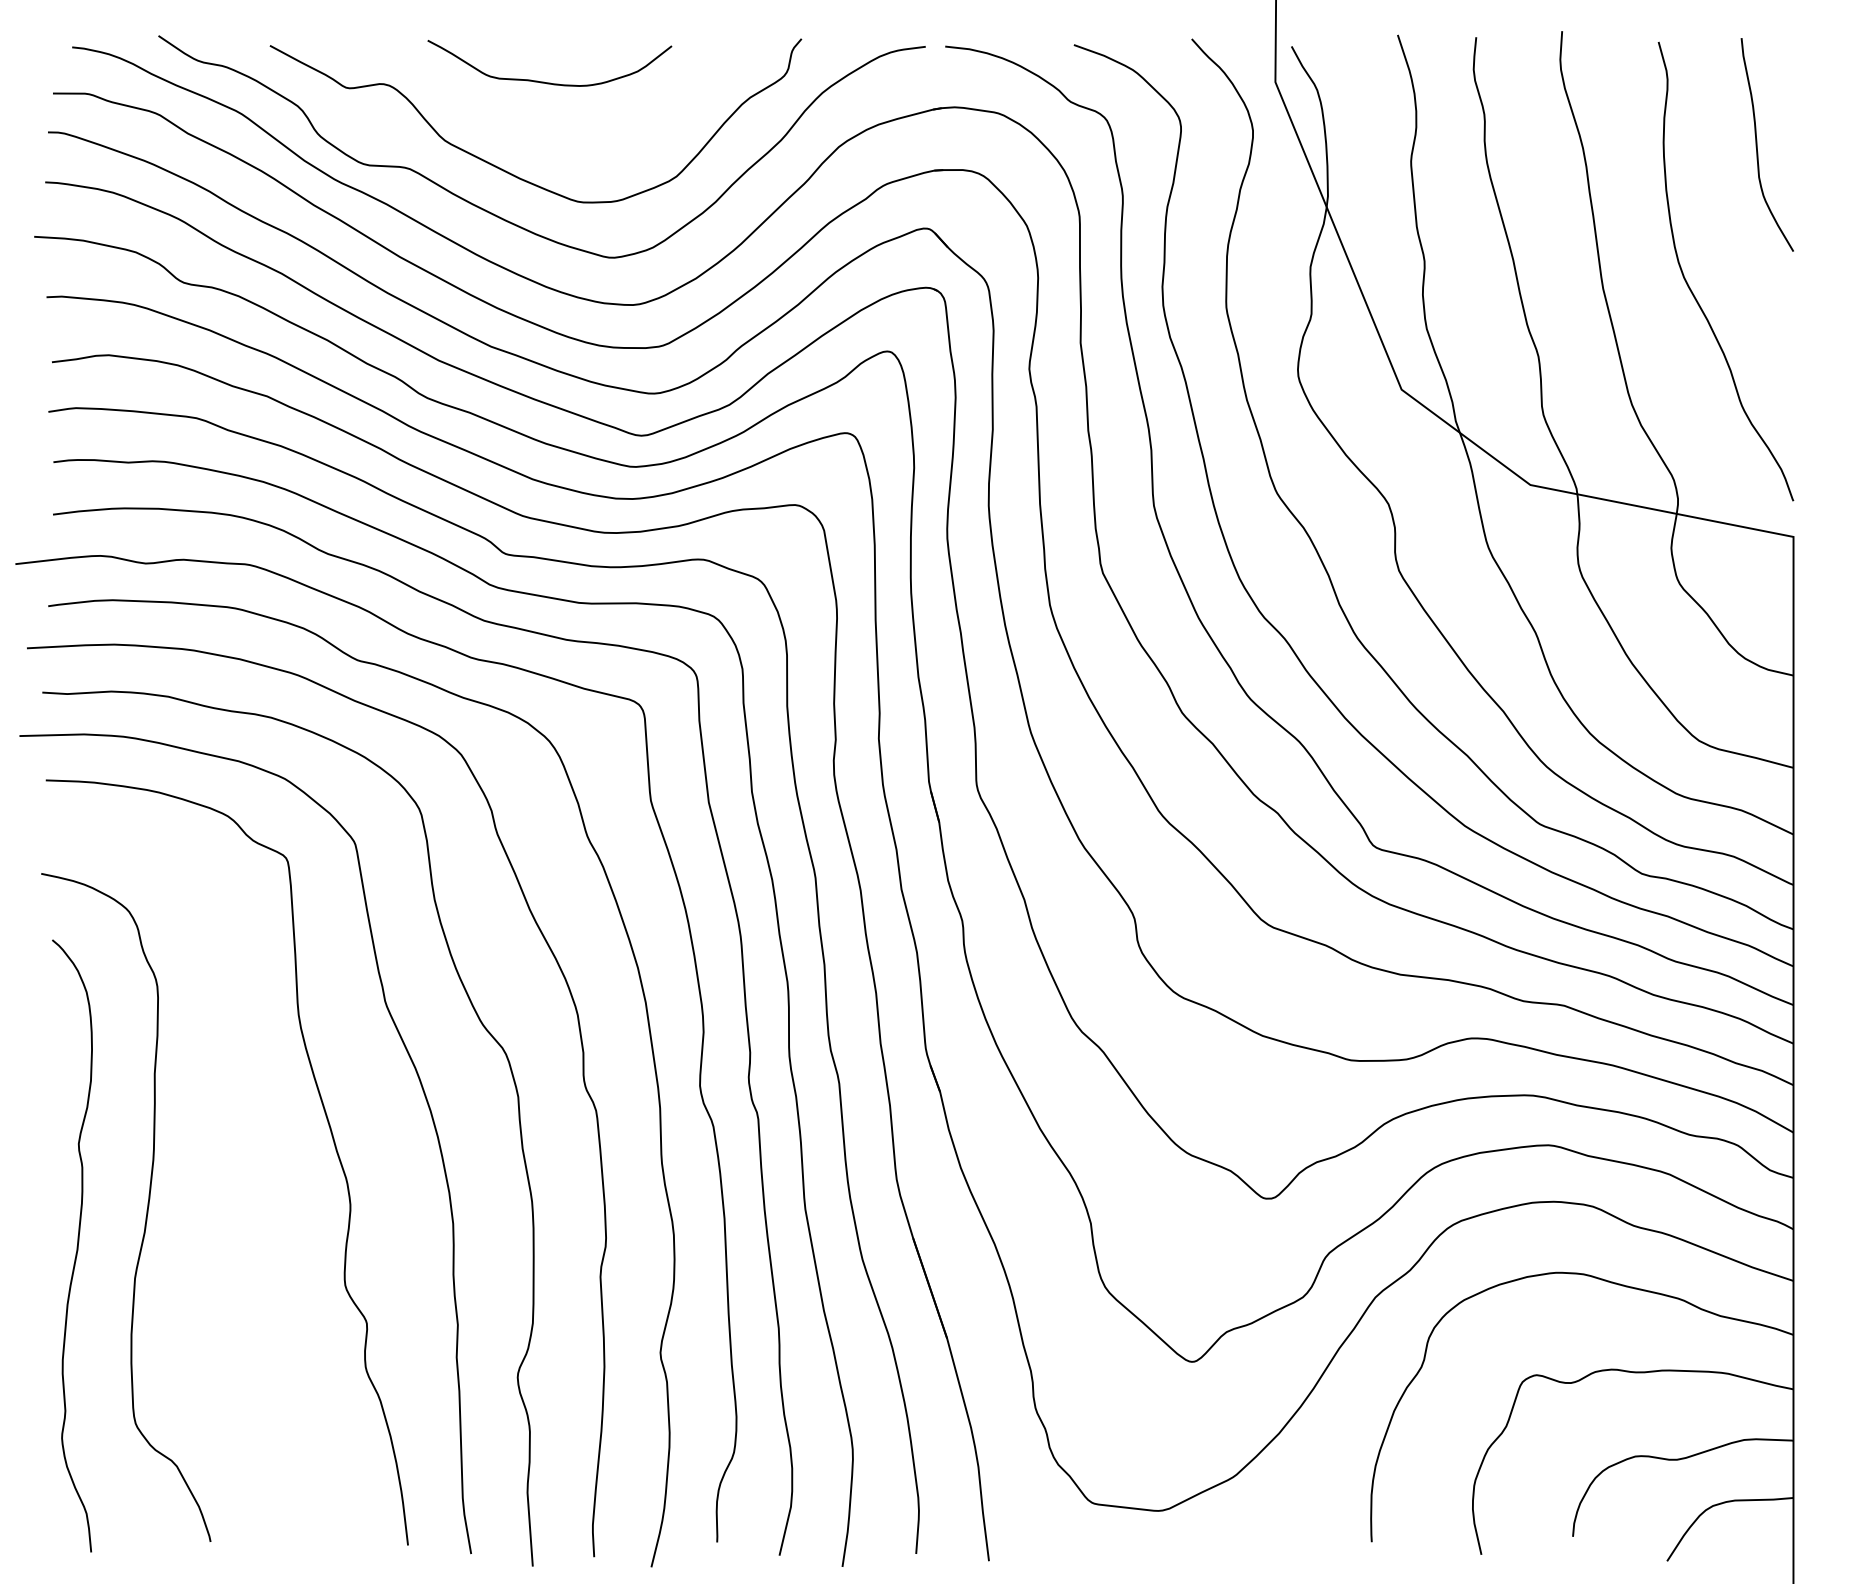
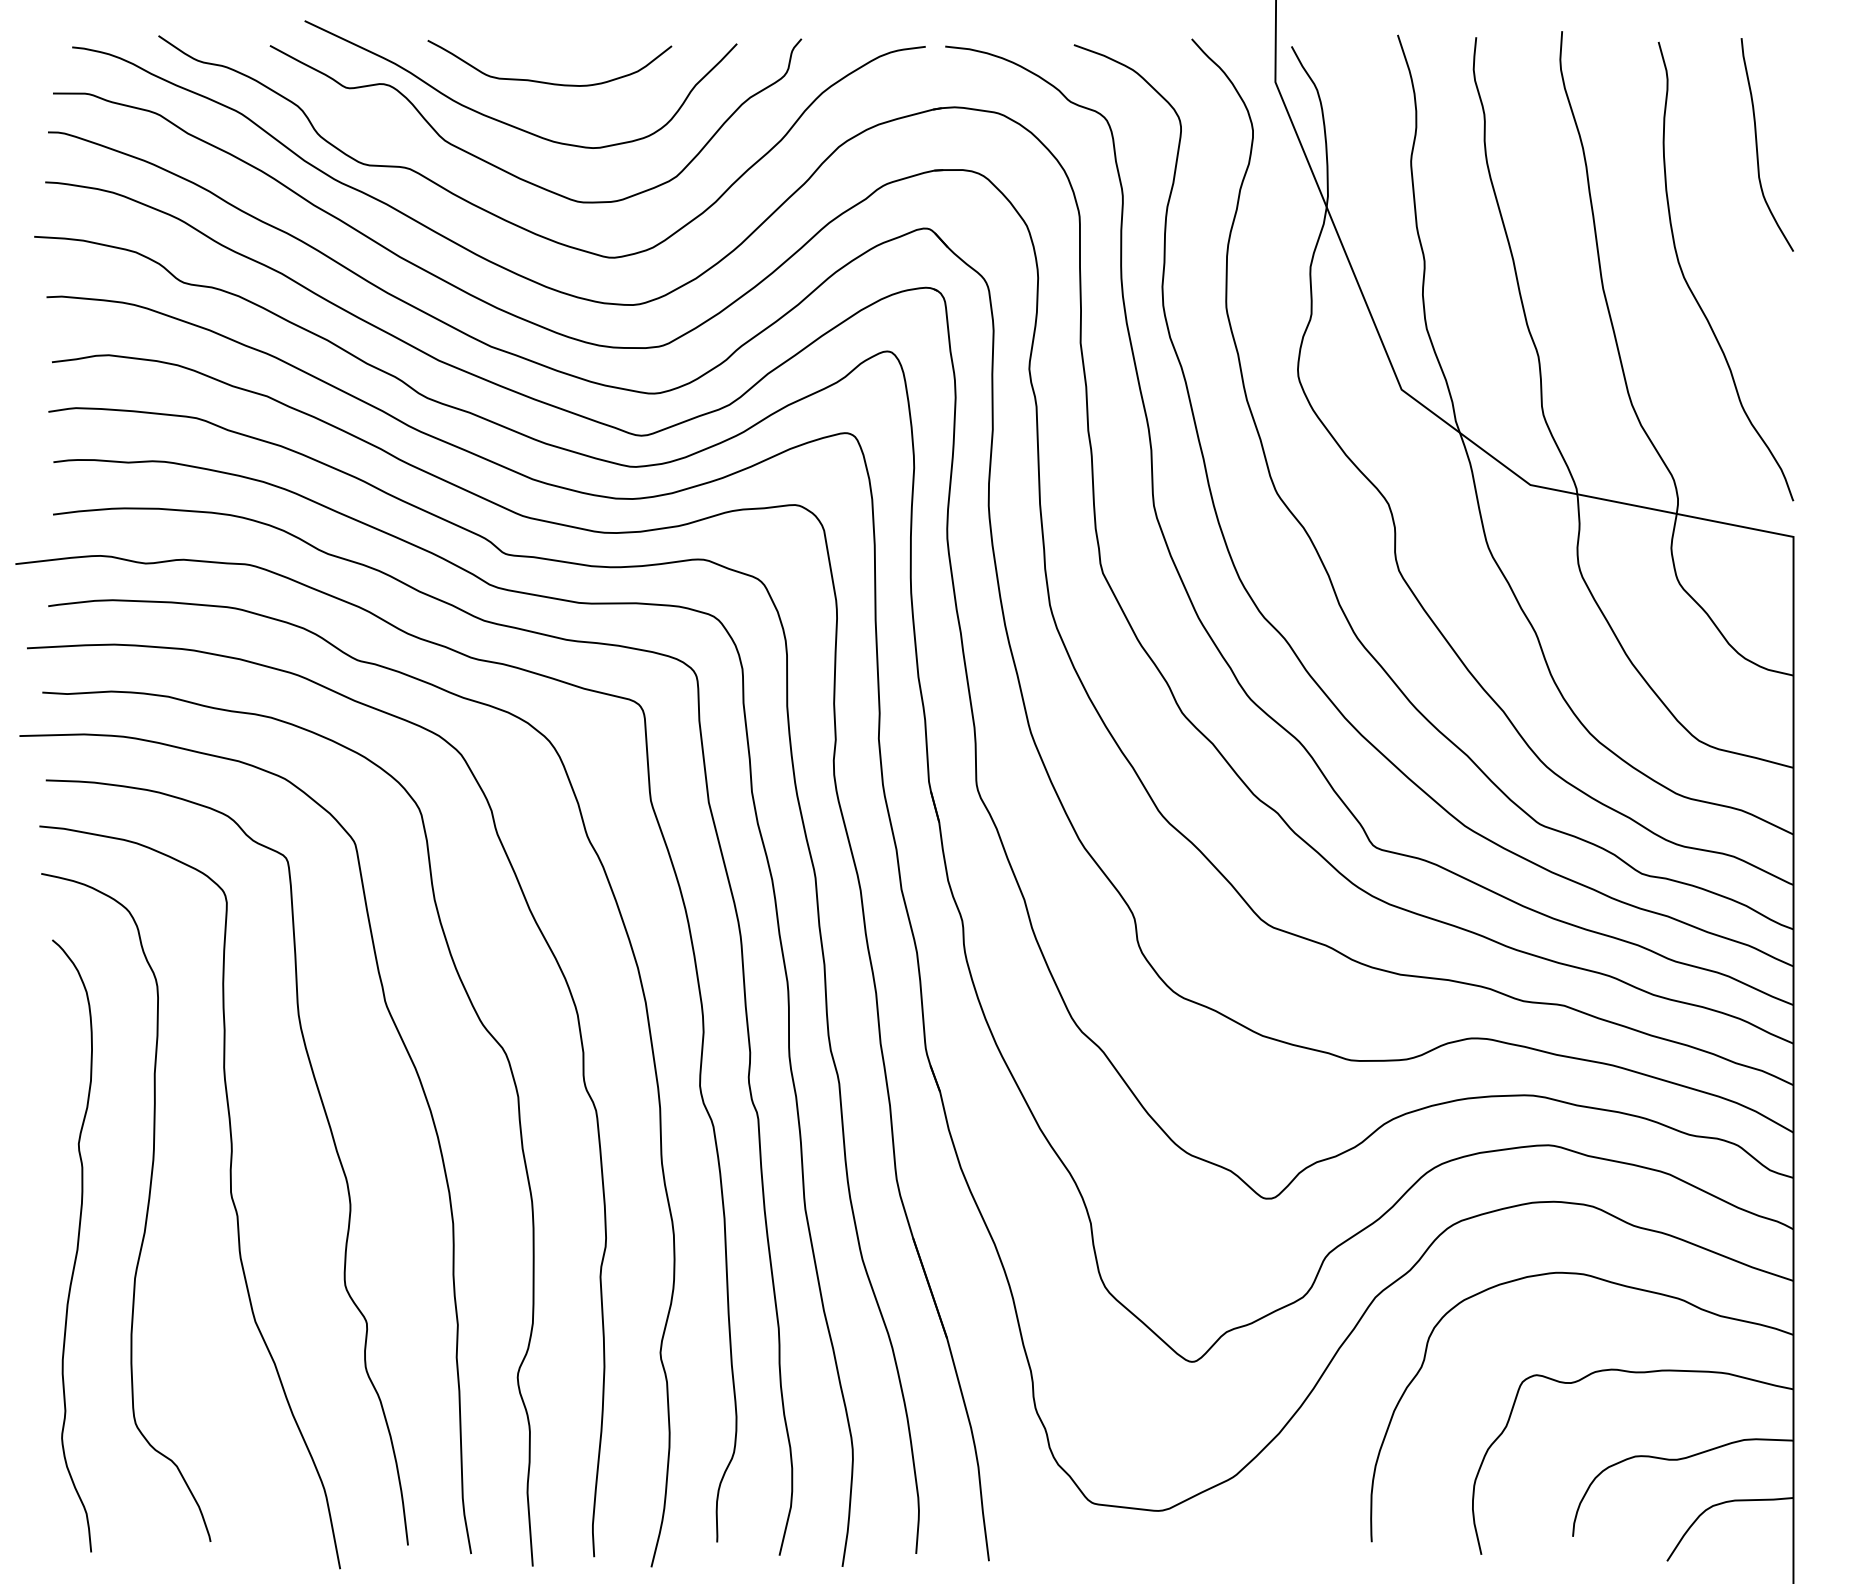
curve at (503, 121): none -> present
curve at (230, 1196): none -> present
